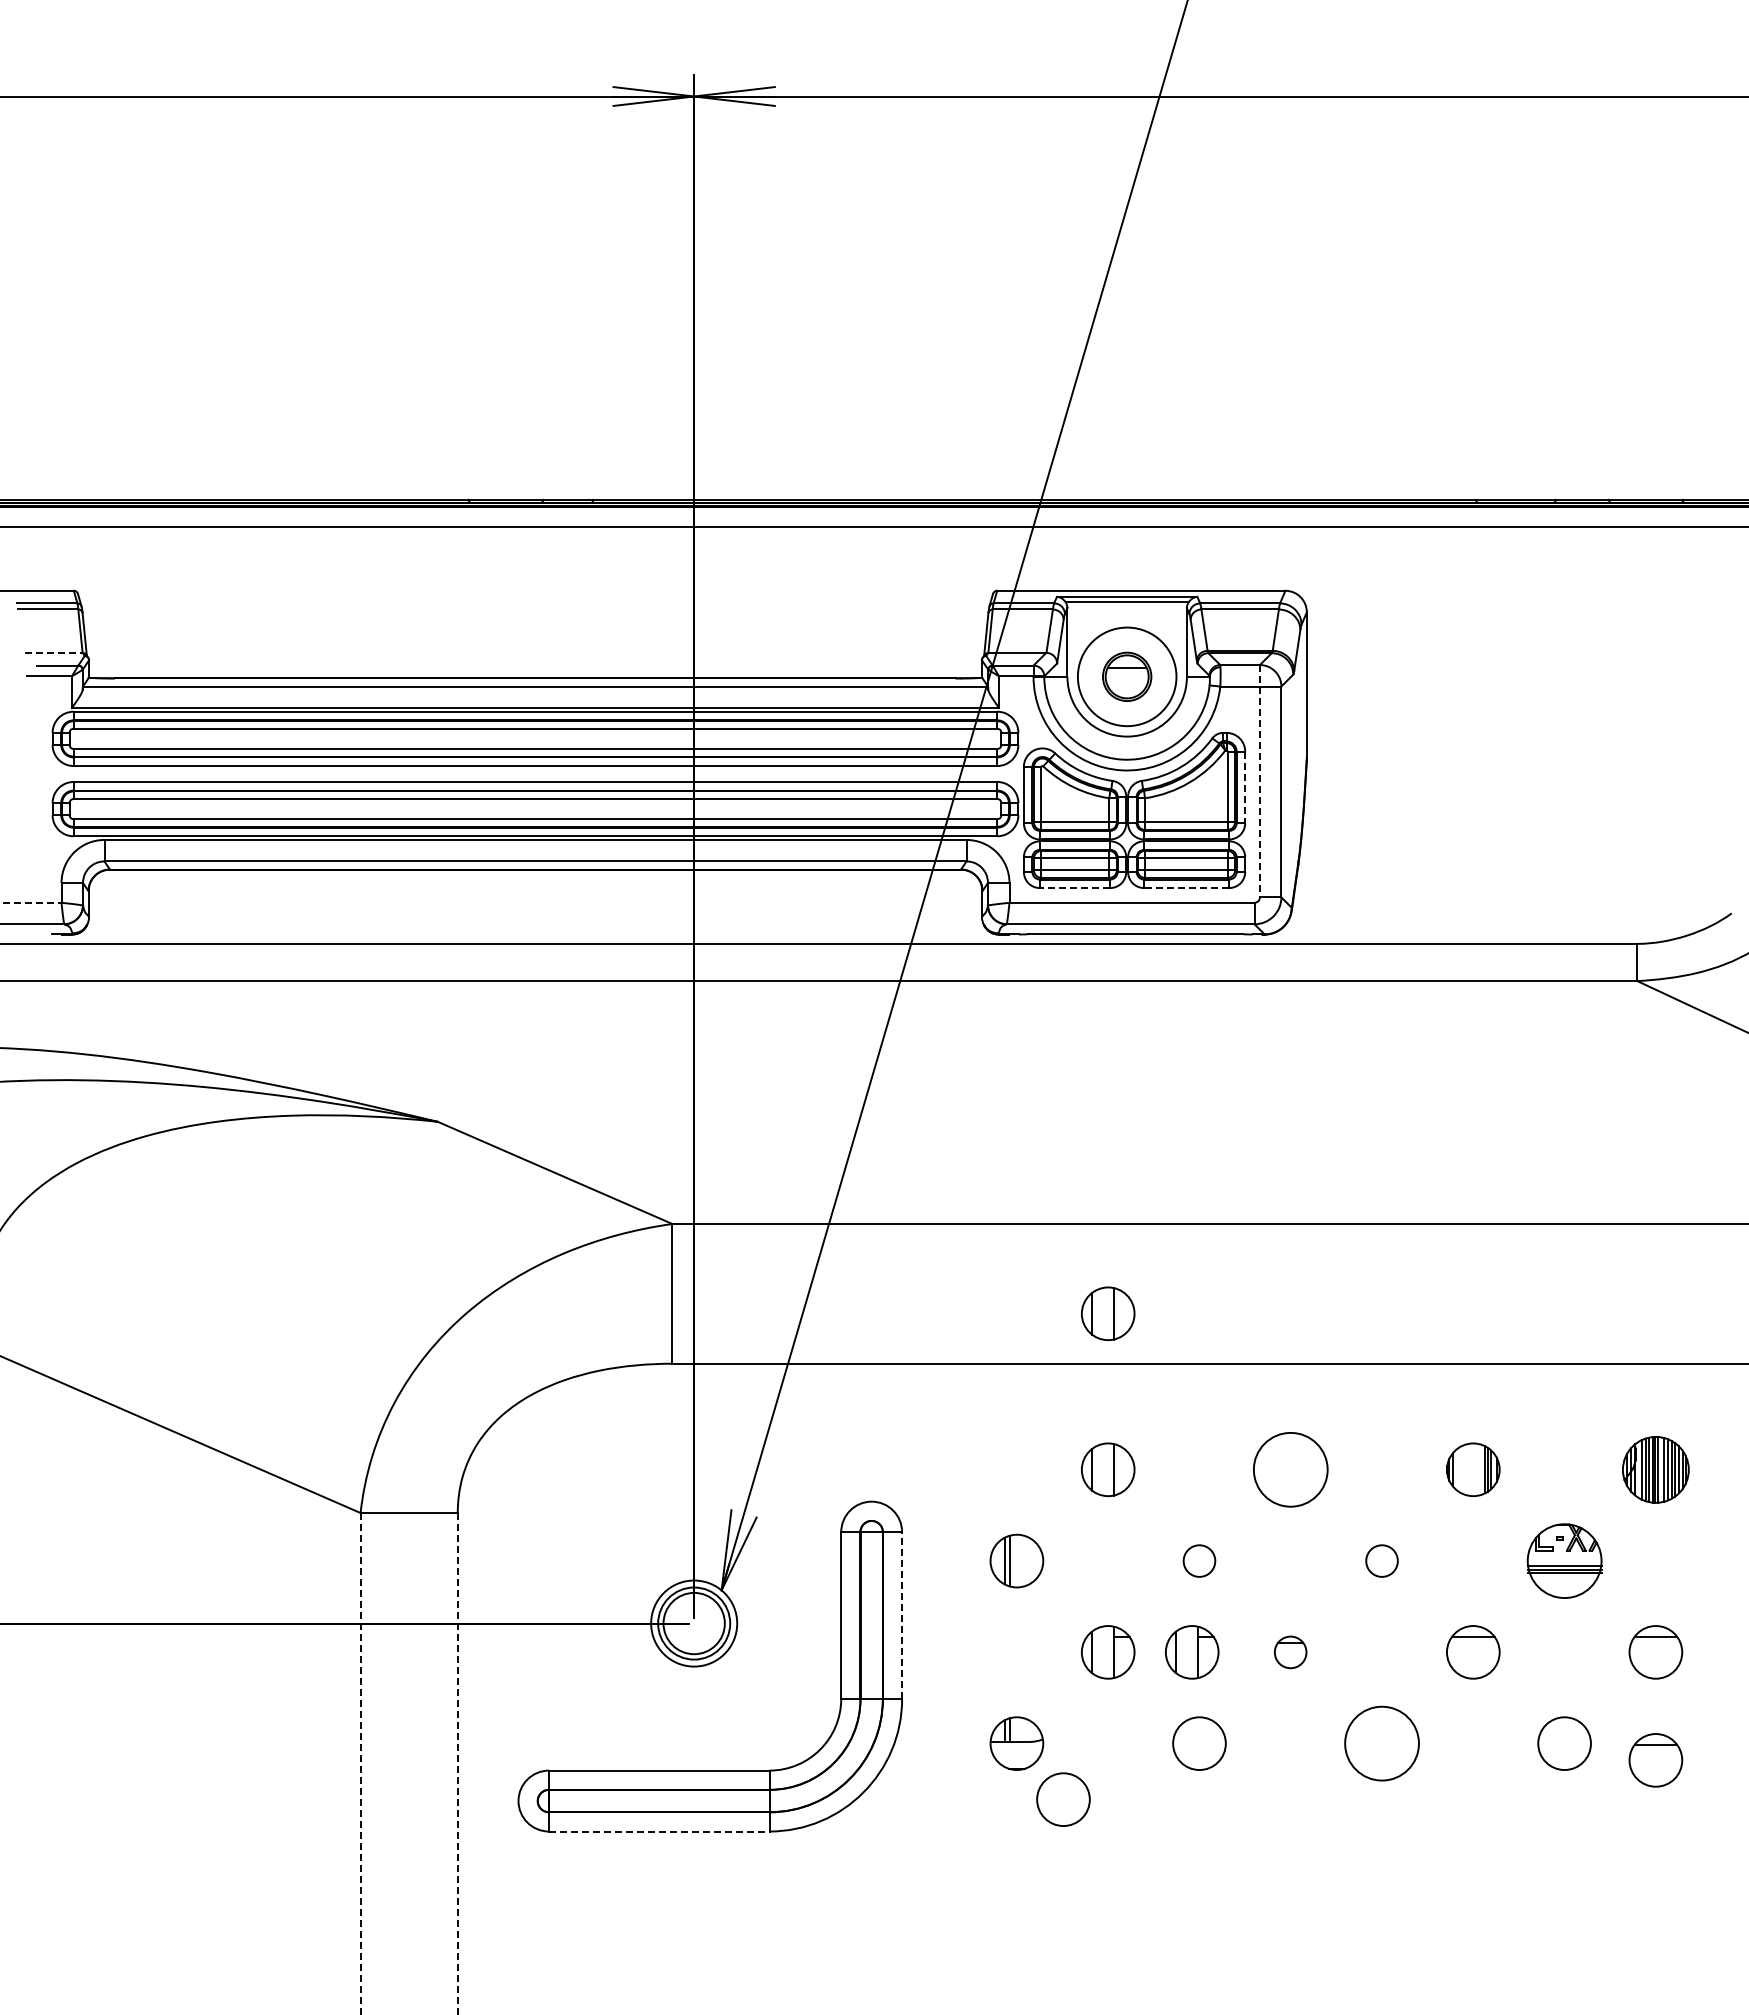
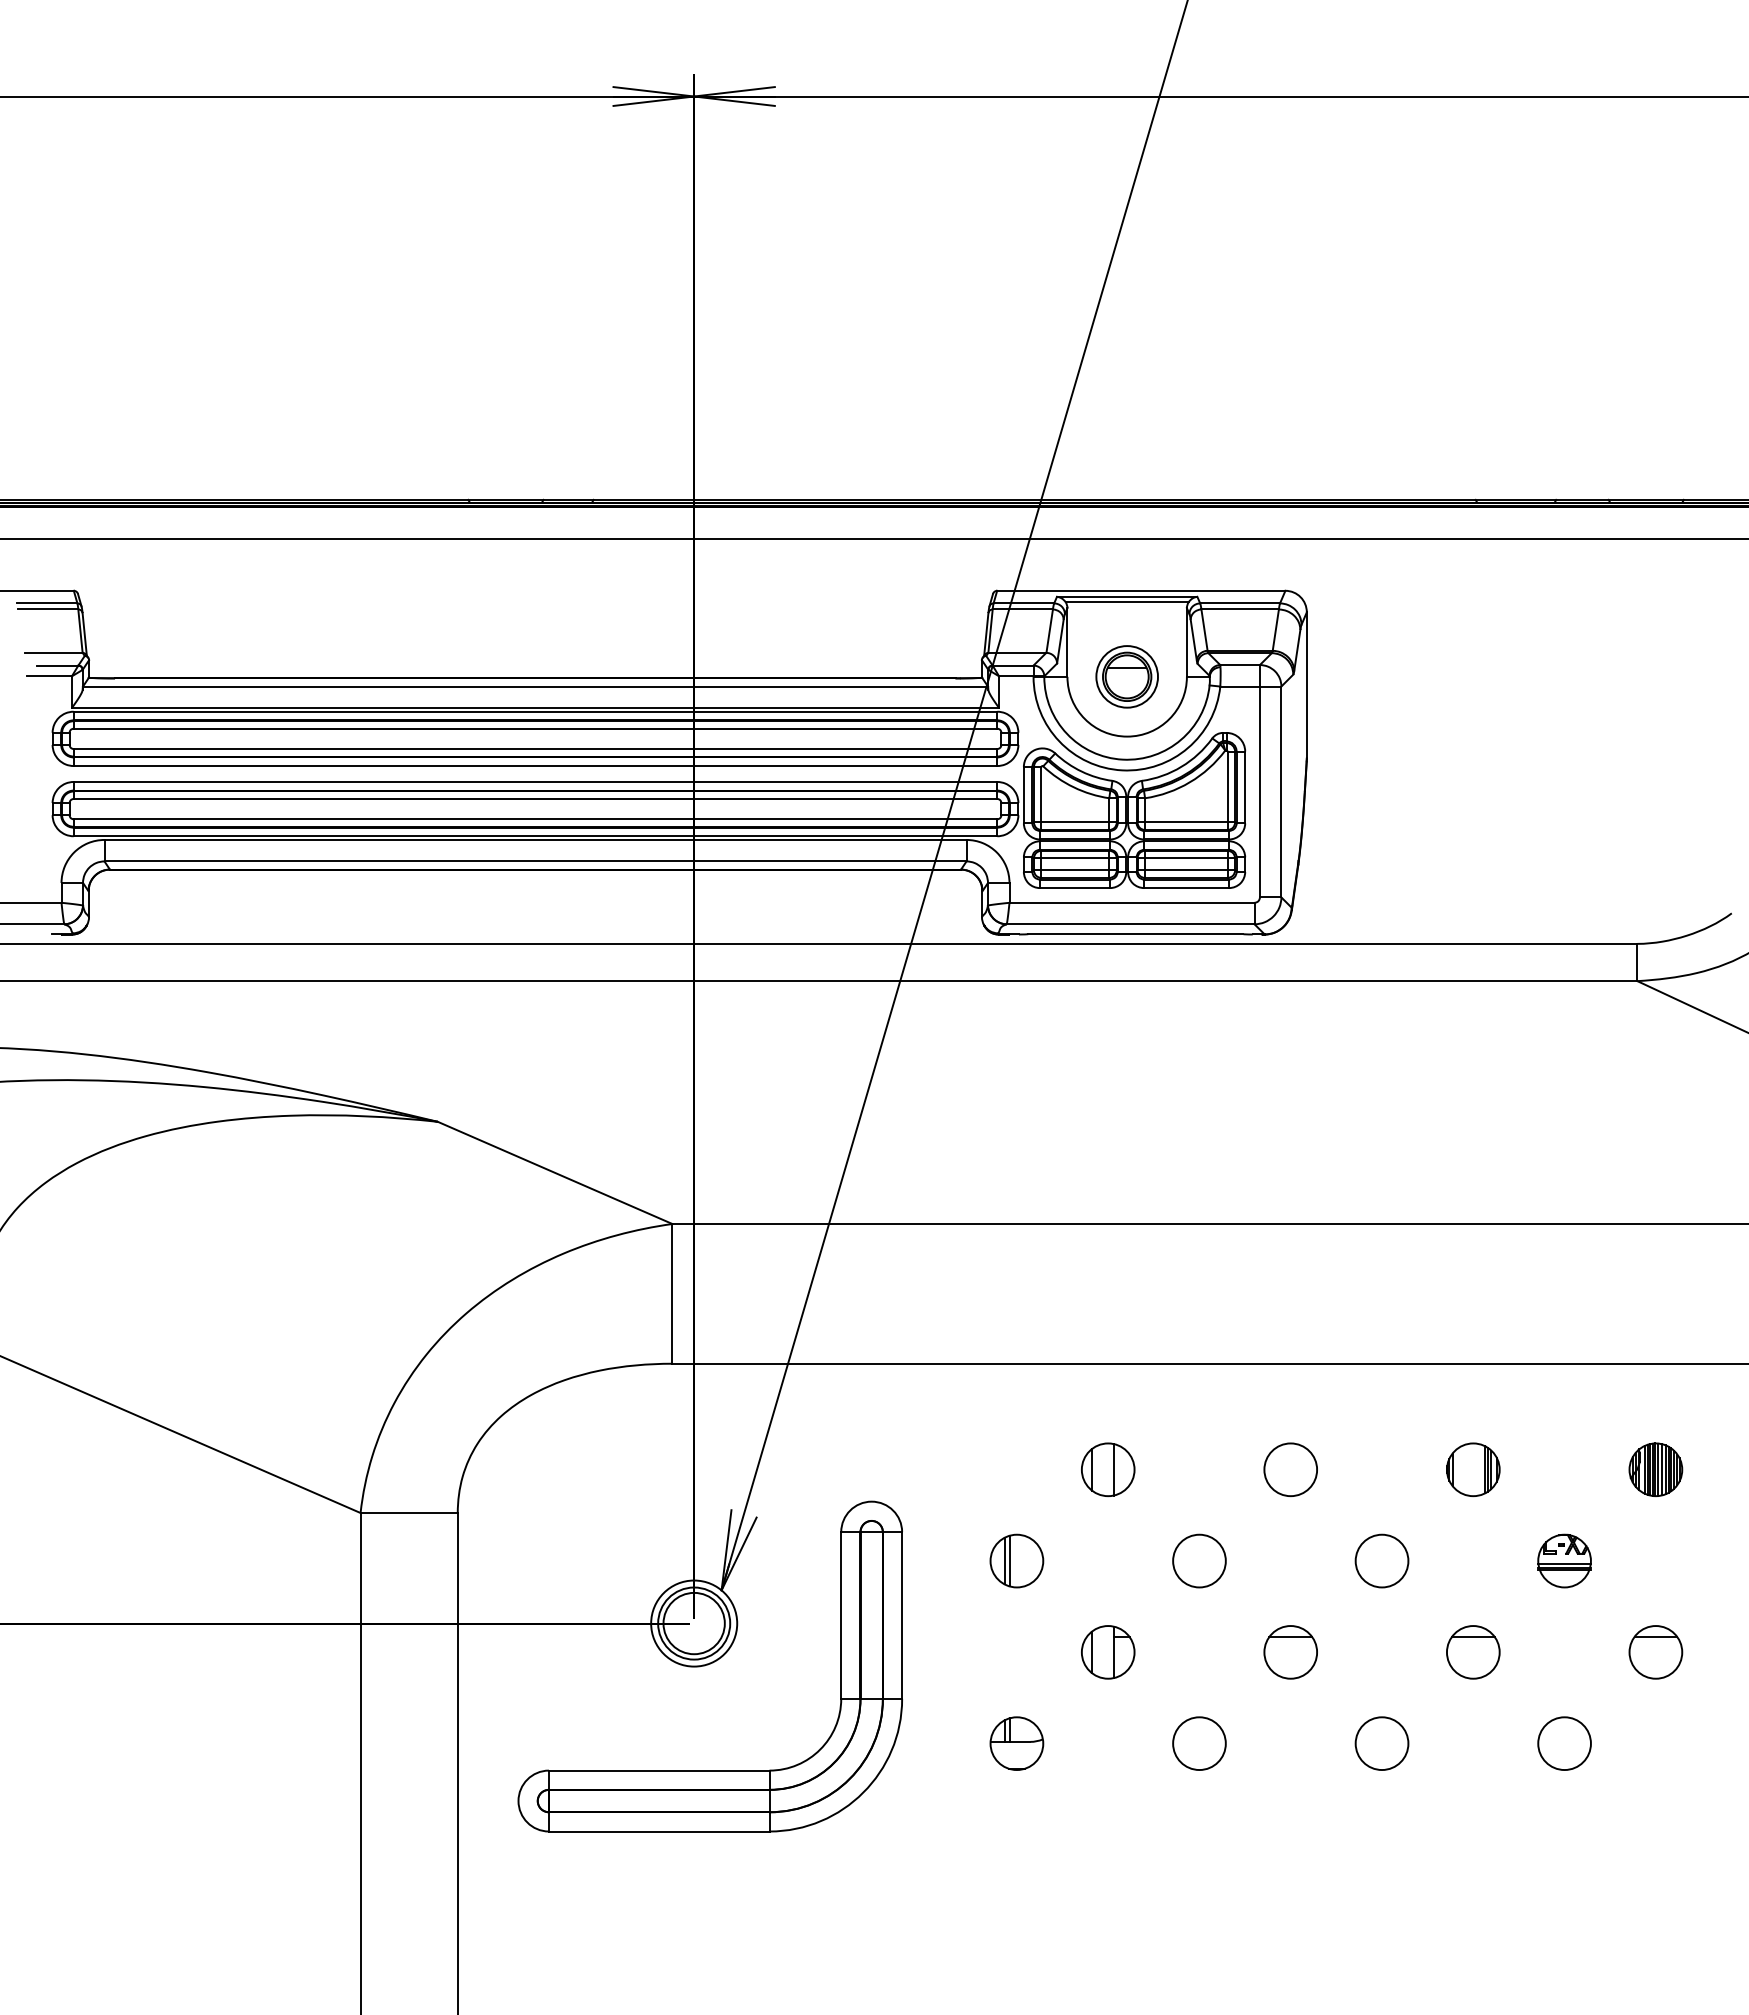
line at (873, 526) position: (873, 526) -> (873, 538)
line at (53, 652): dashed -> solid
circle at (1126, 676) diameter: 99 px -> 62 px
line at (1259, 781): dashed -> solid
line at (1245, 787): dashed -> solid
line at (1074, 888): dashed -> solid
line at (1186, 888): dashed -> solid
line at (31, 902): dashed -> solid
part at (1108, 1313): present -> none
circle at (1290, 1469) diameter: 74 px -> 53 px
part at (1655, 1469) size: 68x68 px -> 56x55 px
circle at (1199, 1560) diameter: 32 px -> 53 px
circle at (1381, 1560) diameter: 32 px -> 53 px
part at (1564, 1560) size: 77x76 px -> 55x56 px
line at (902, 1614): dashed -> solid
part at (1192, 1652): present -> none
part at (1290, 1652) size: 34x35 px -> 55x55 px
circle at (1381, 1743) diameter: 74 px -> 53 px
part at (1655, 1760): present -> none
line at (360, 1763): dashed -> solid
line at (457, 1763): dashed -> solid
circle at (1063, 1799): present -> none
line at (659, 1831): dashed -> solid
